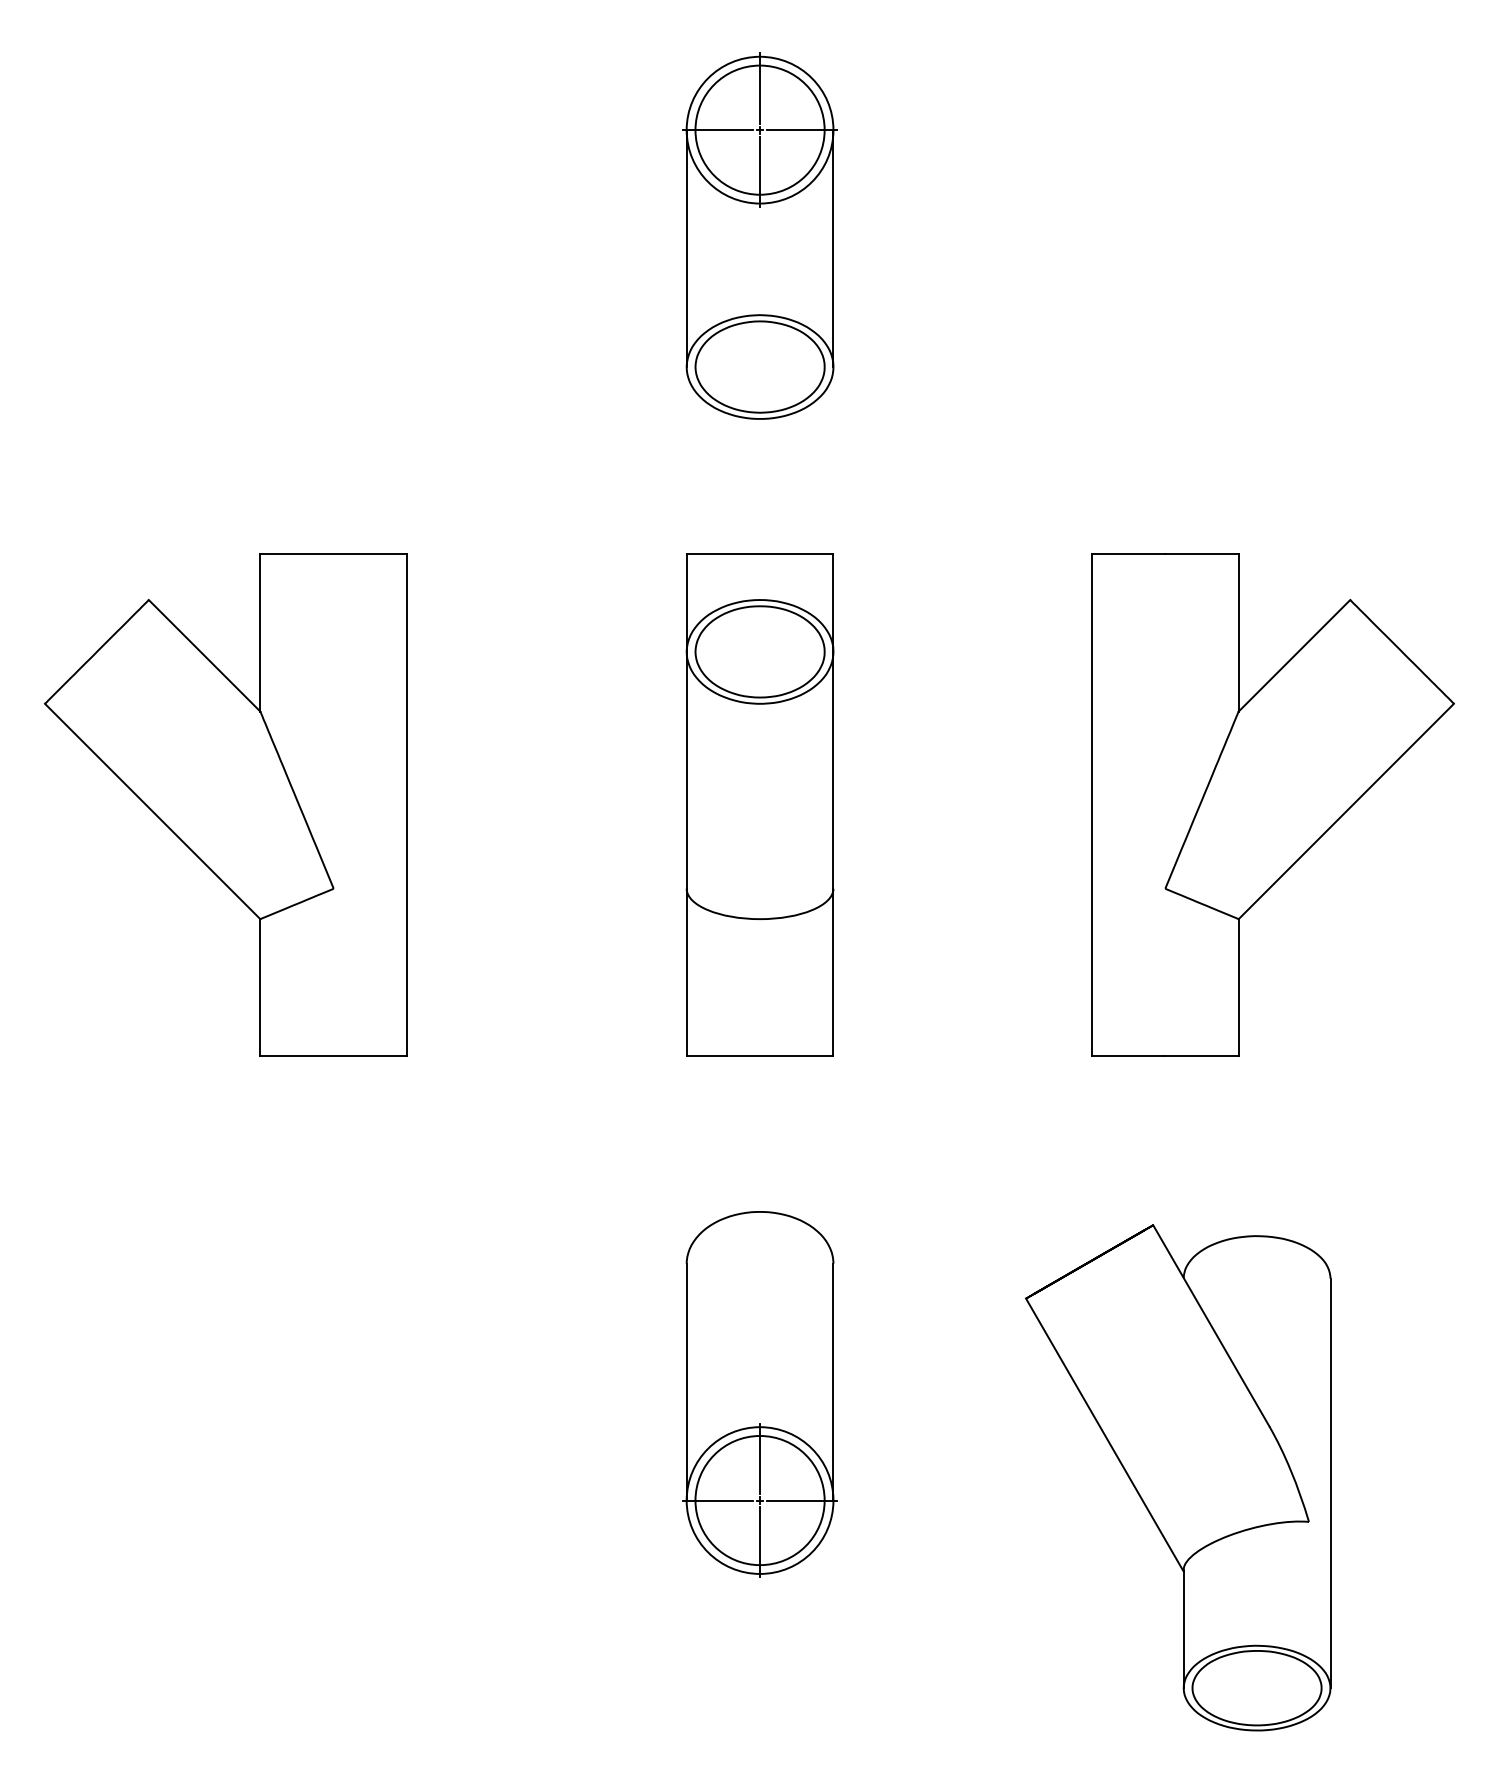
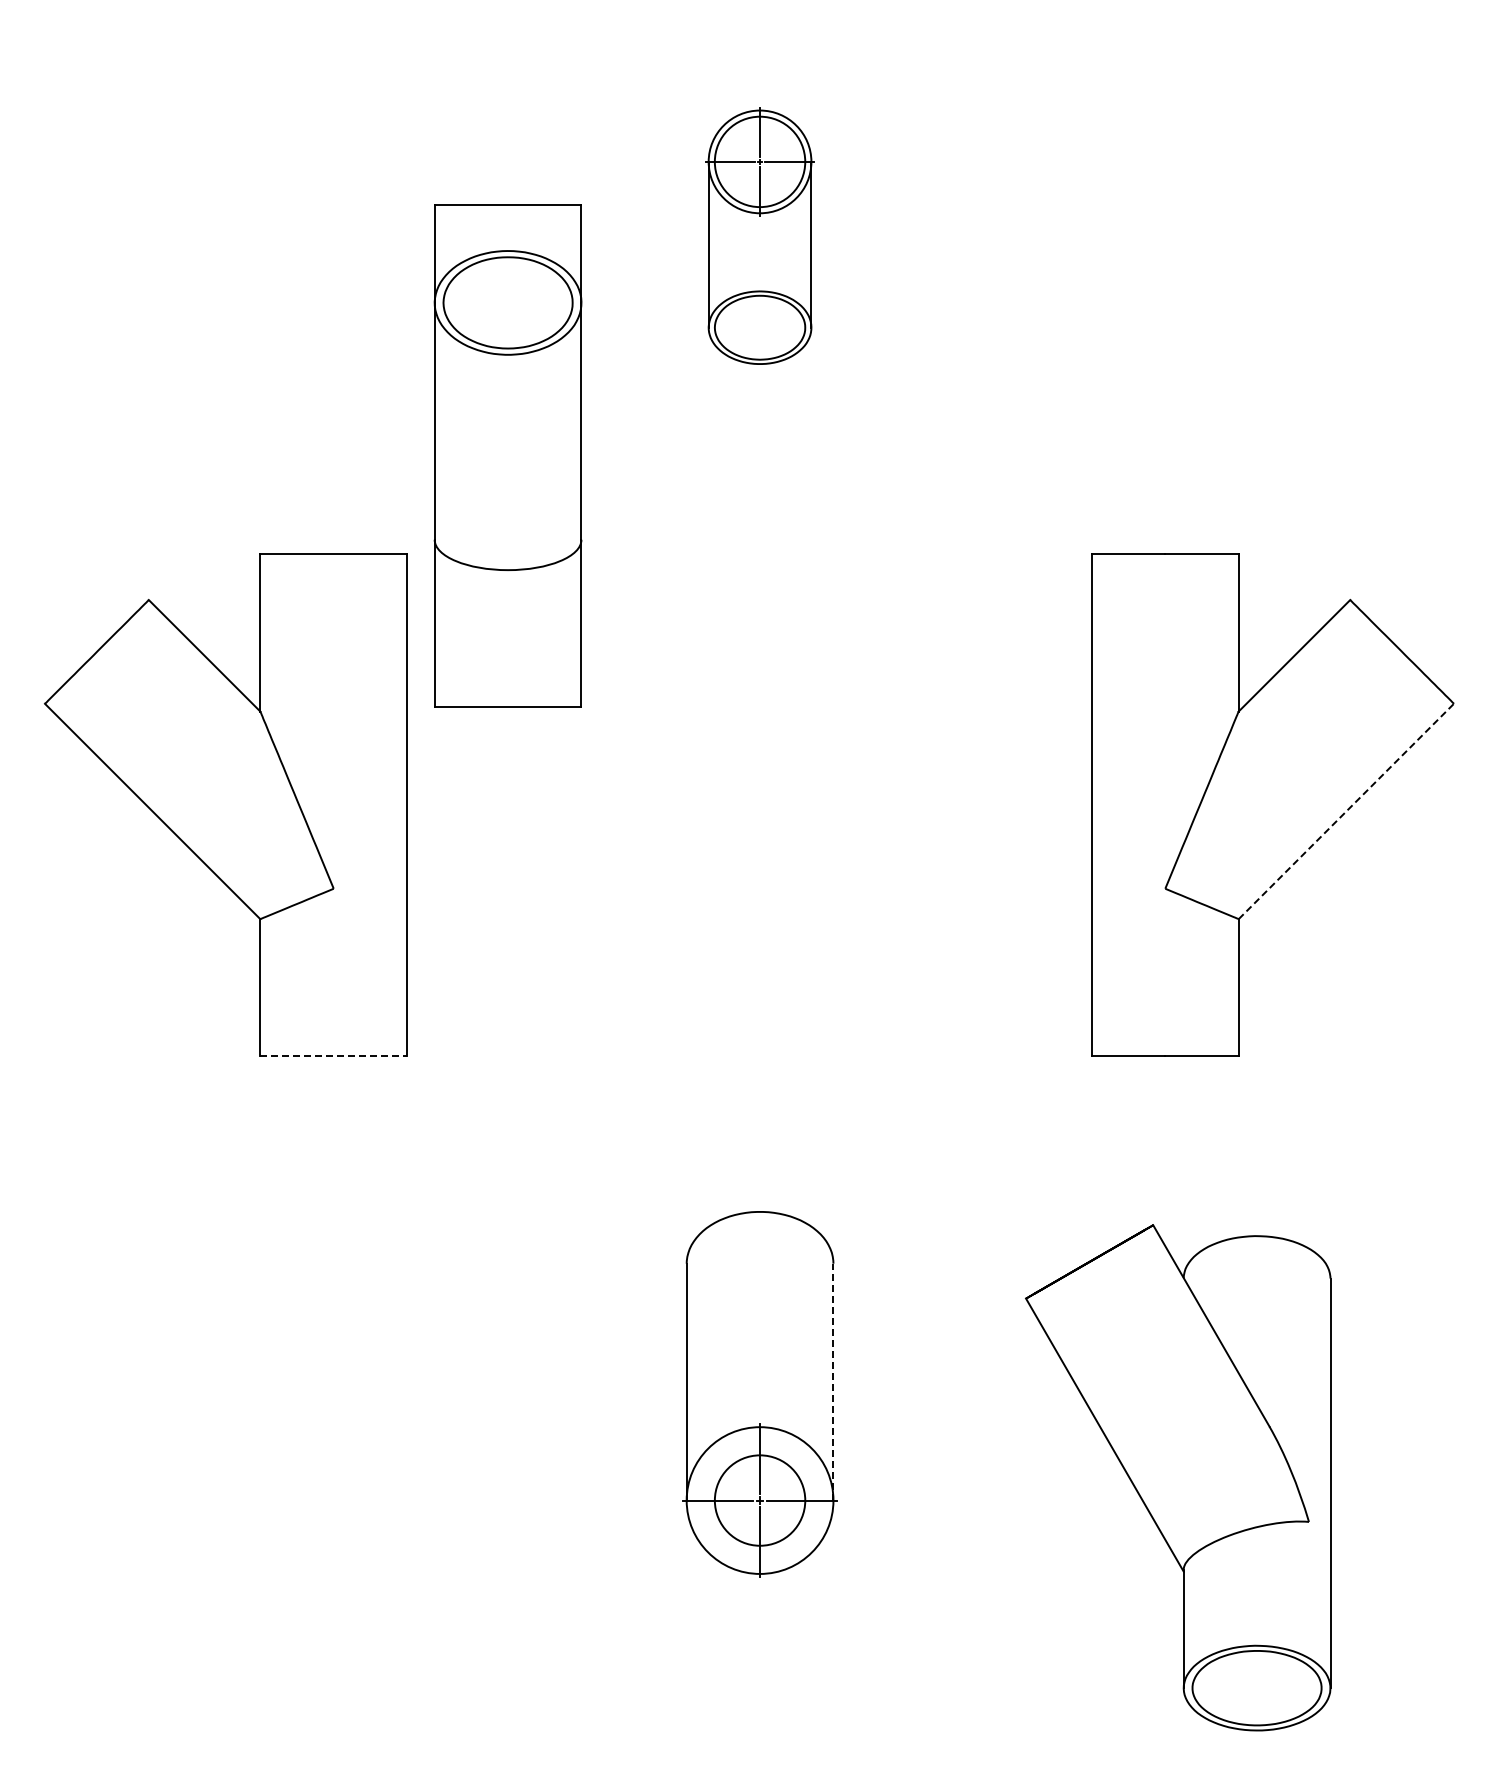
part at (759, 235) size: 156x368 px -> 110x258 px
part at (759, 804) position: (759, 804) -> (507, 455)
line at (1346, 811): solid -> dashed
line at (334, 1055): solid -> dashed
line at (833, 1381): solid -> dashed
circle at (759, 1500) diameter: 129 px -> 90 px
